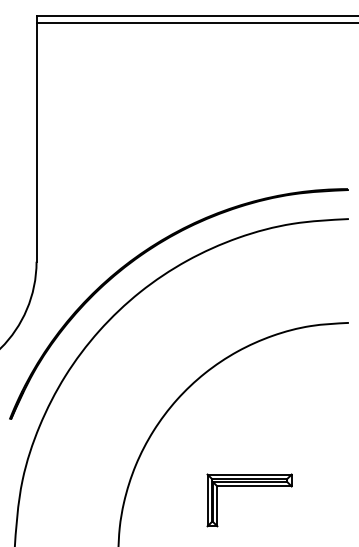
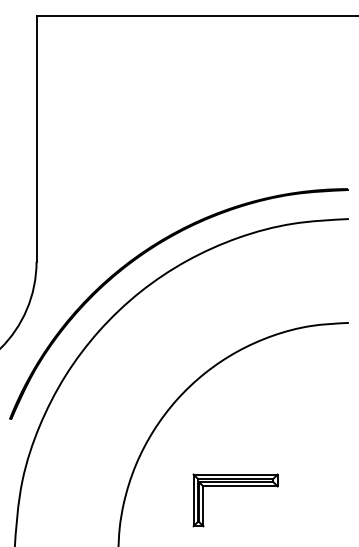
line at (195, 23): present -> none
part at (249, 486) position: (249, 486) -> (235, 486)
